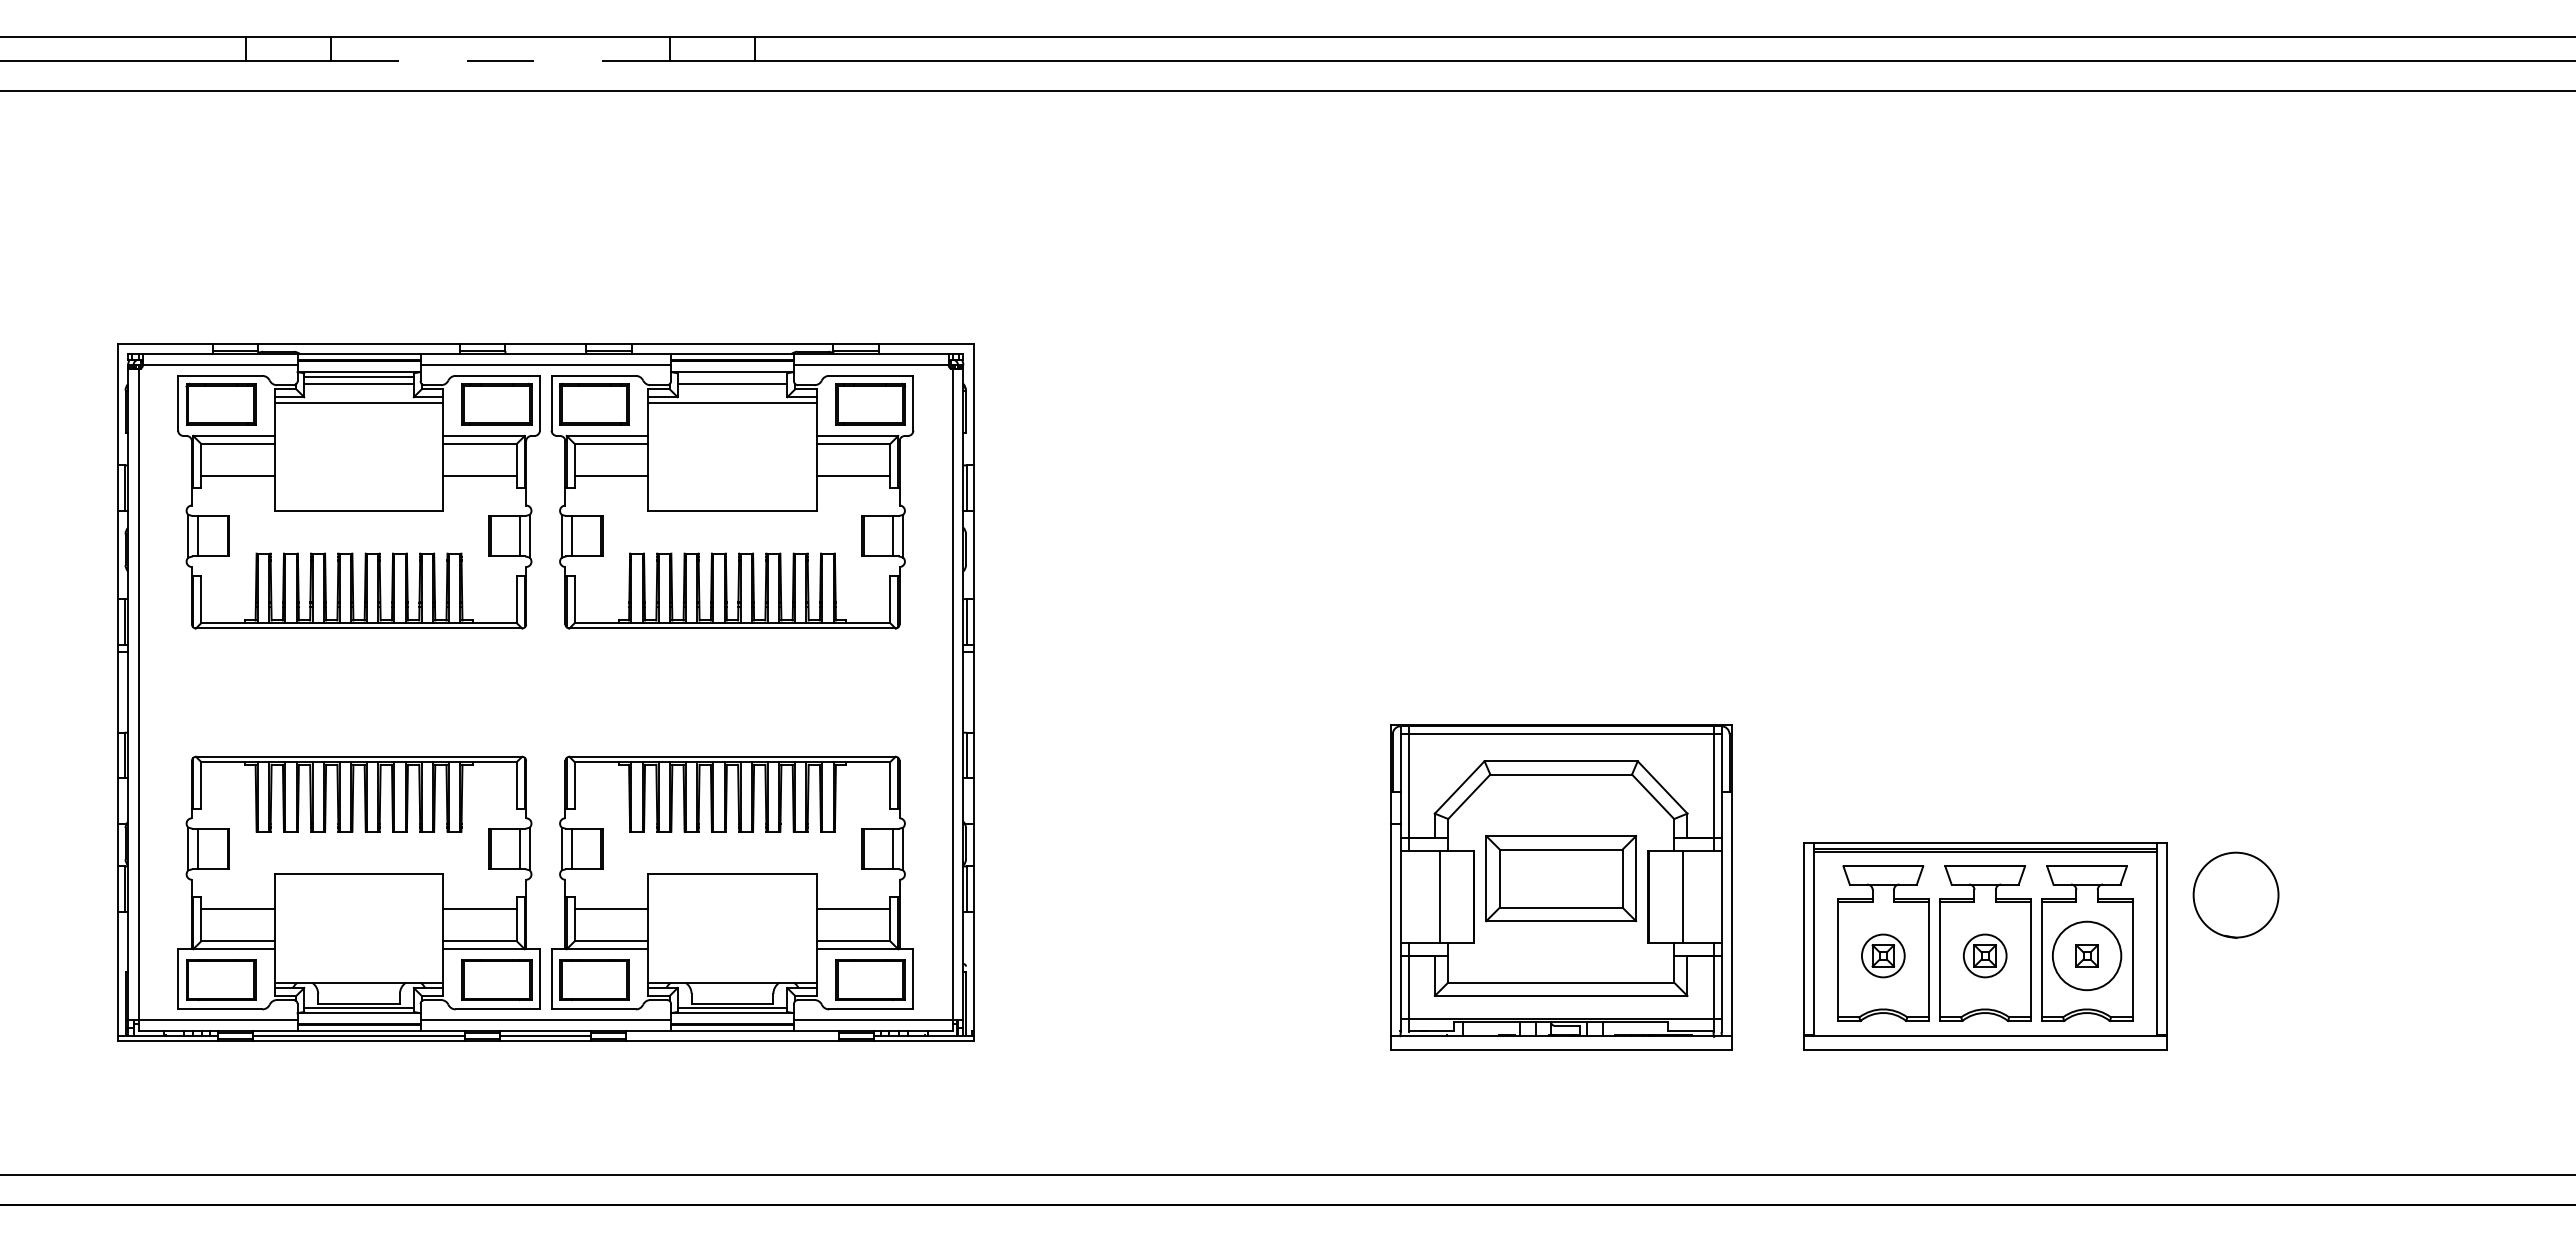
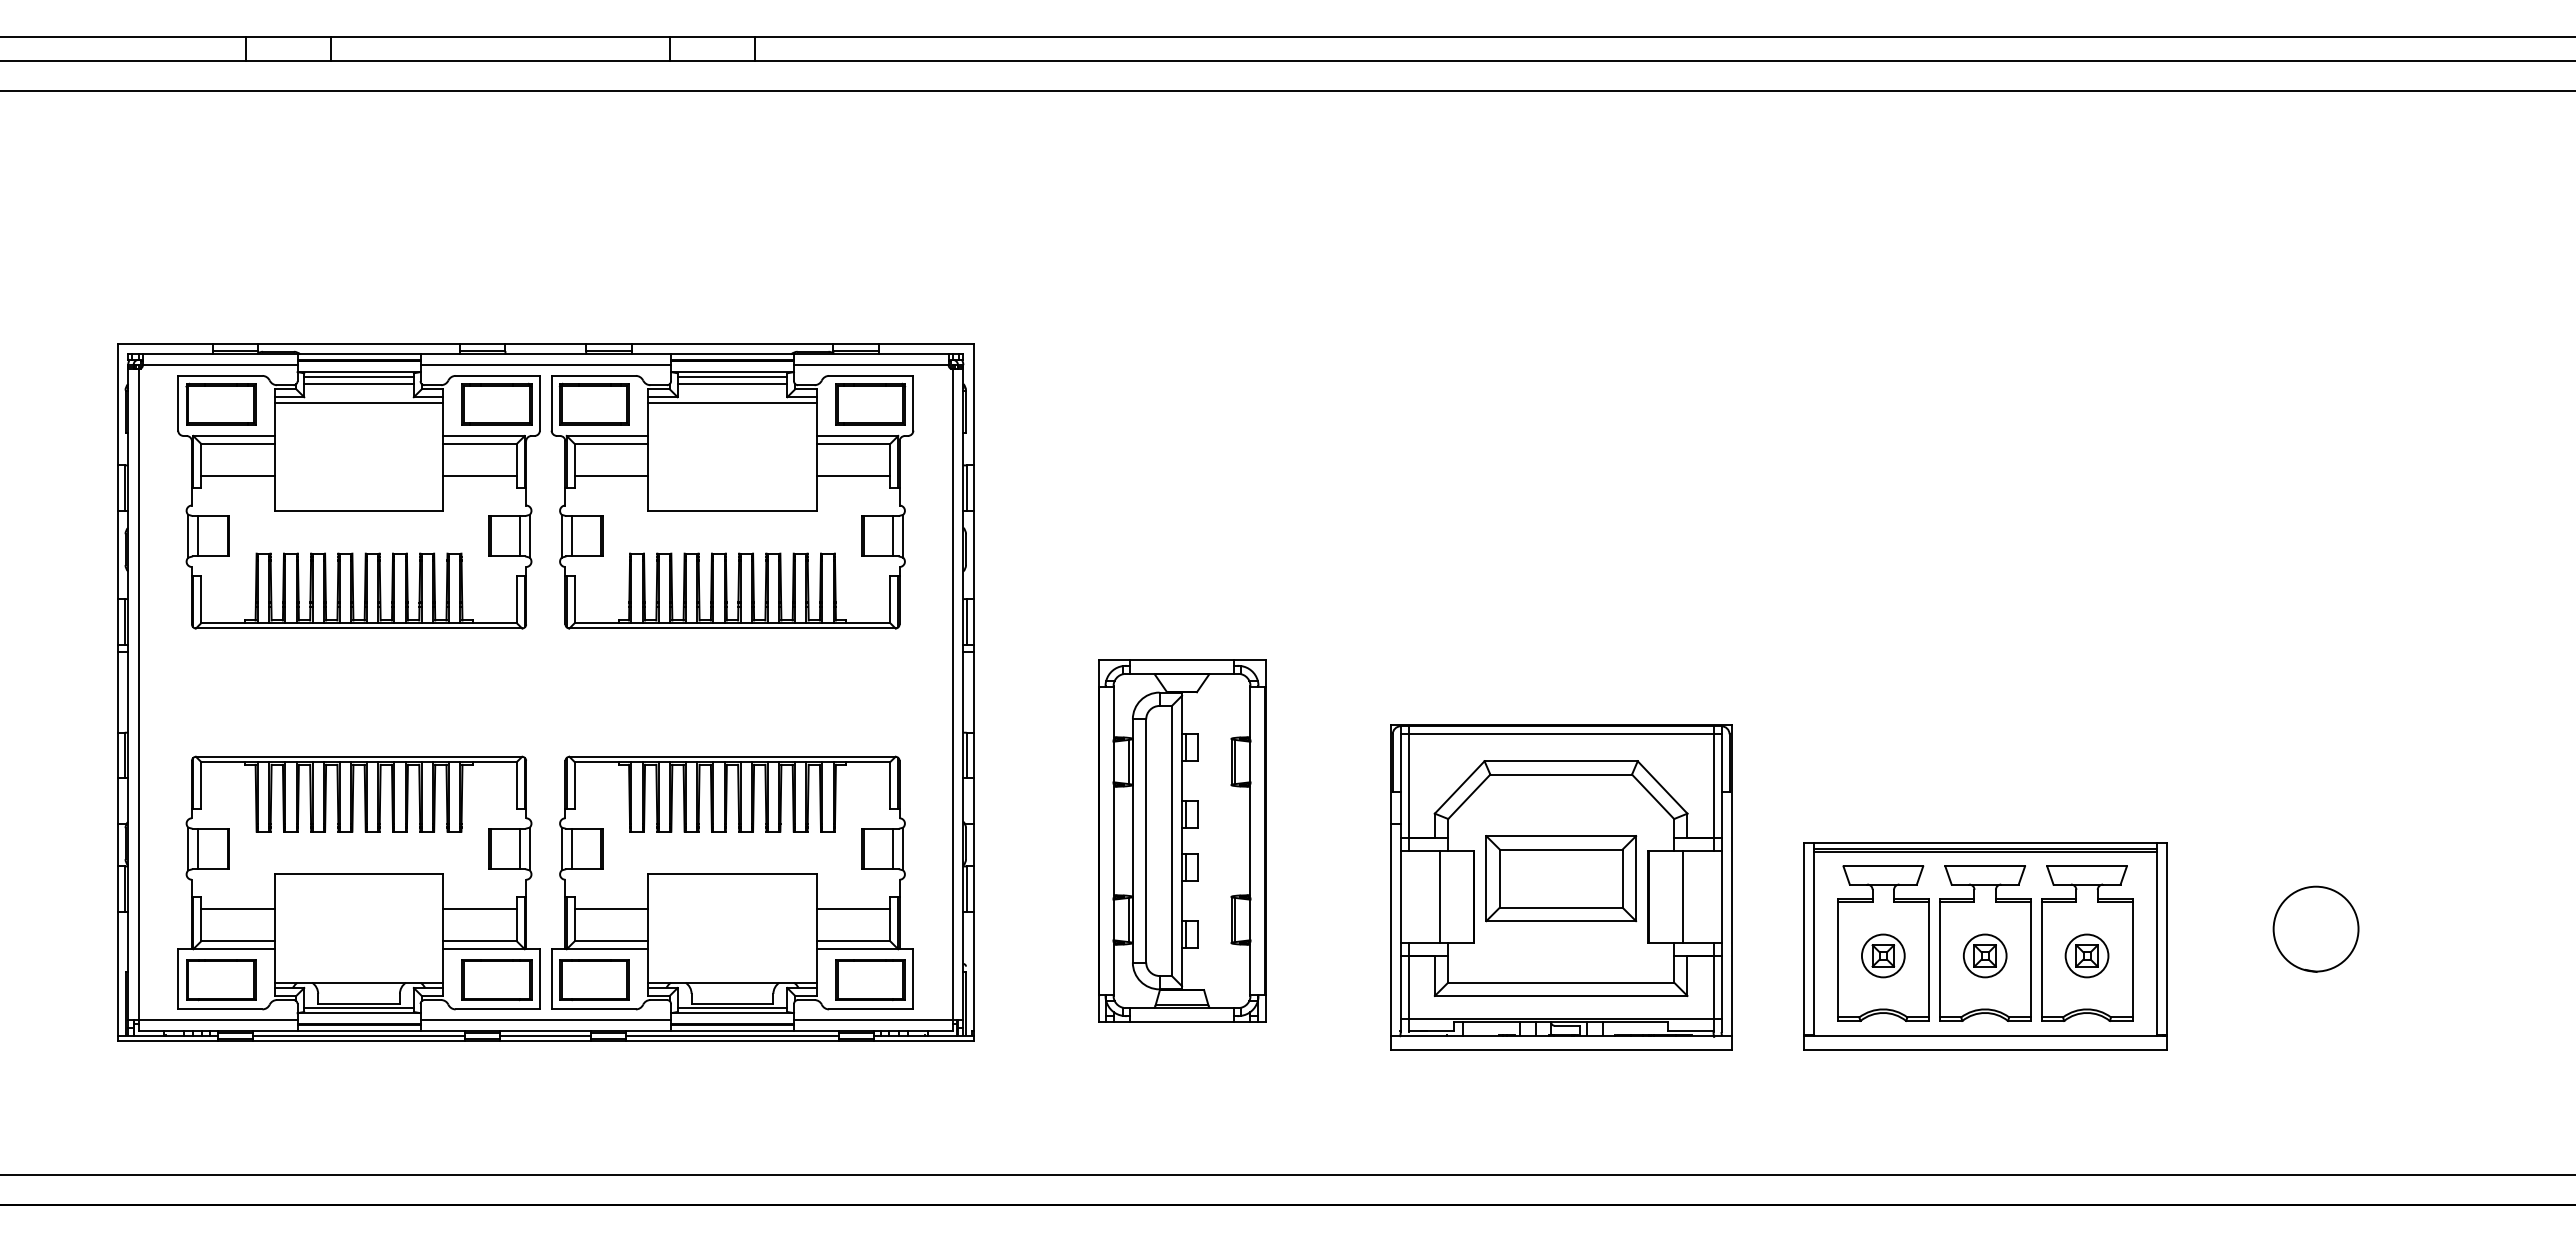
line at (500, 61): dashed -> solid
line at (732, 377): none -> present
part at (1182, 840): none -> present
part at (2235, 894) position: (2235, 894) -> (2315, 928)
circle at (2086, 955) diameter: 68 px -> 43 px
line at (732, 1036): none -> present
